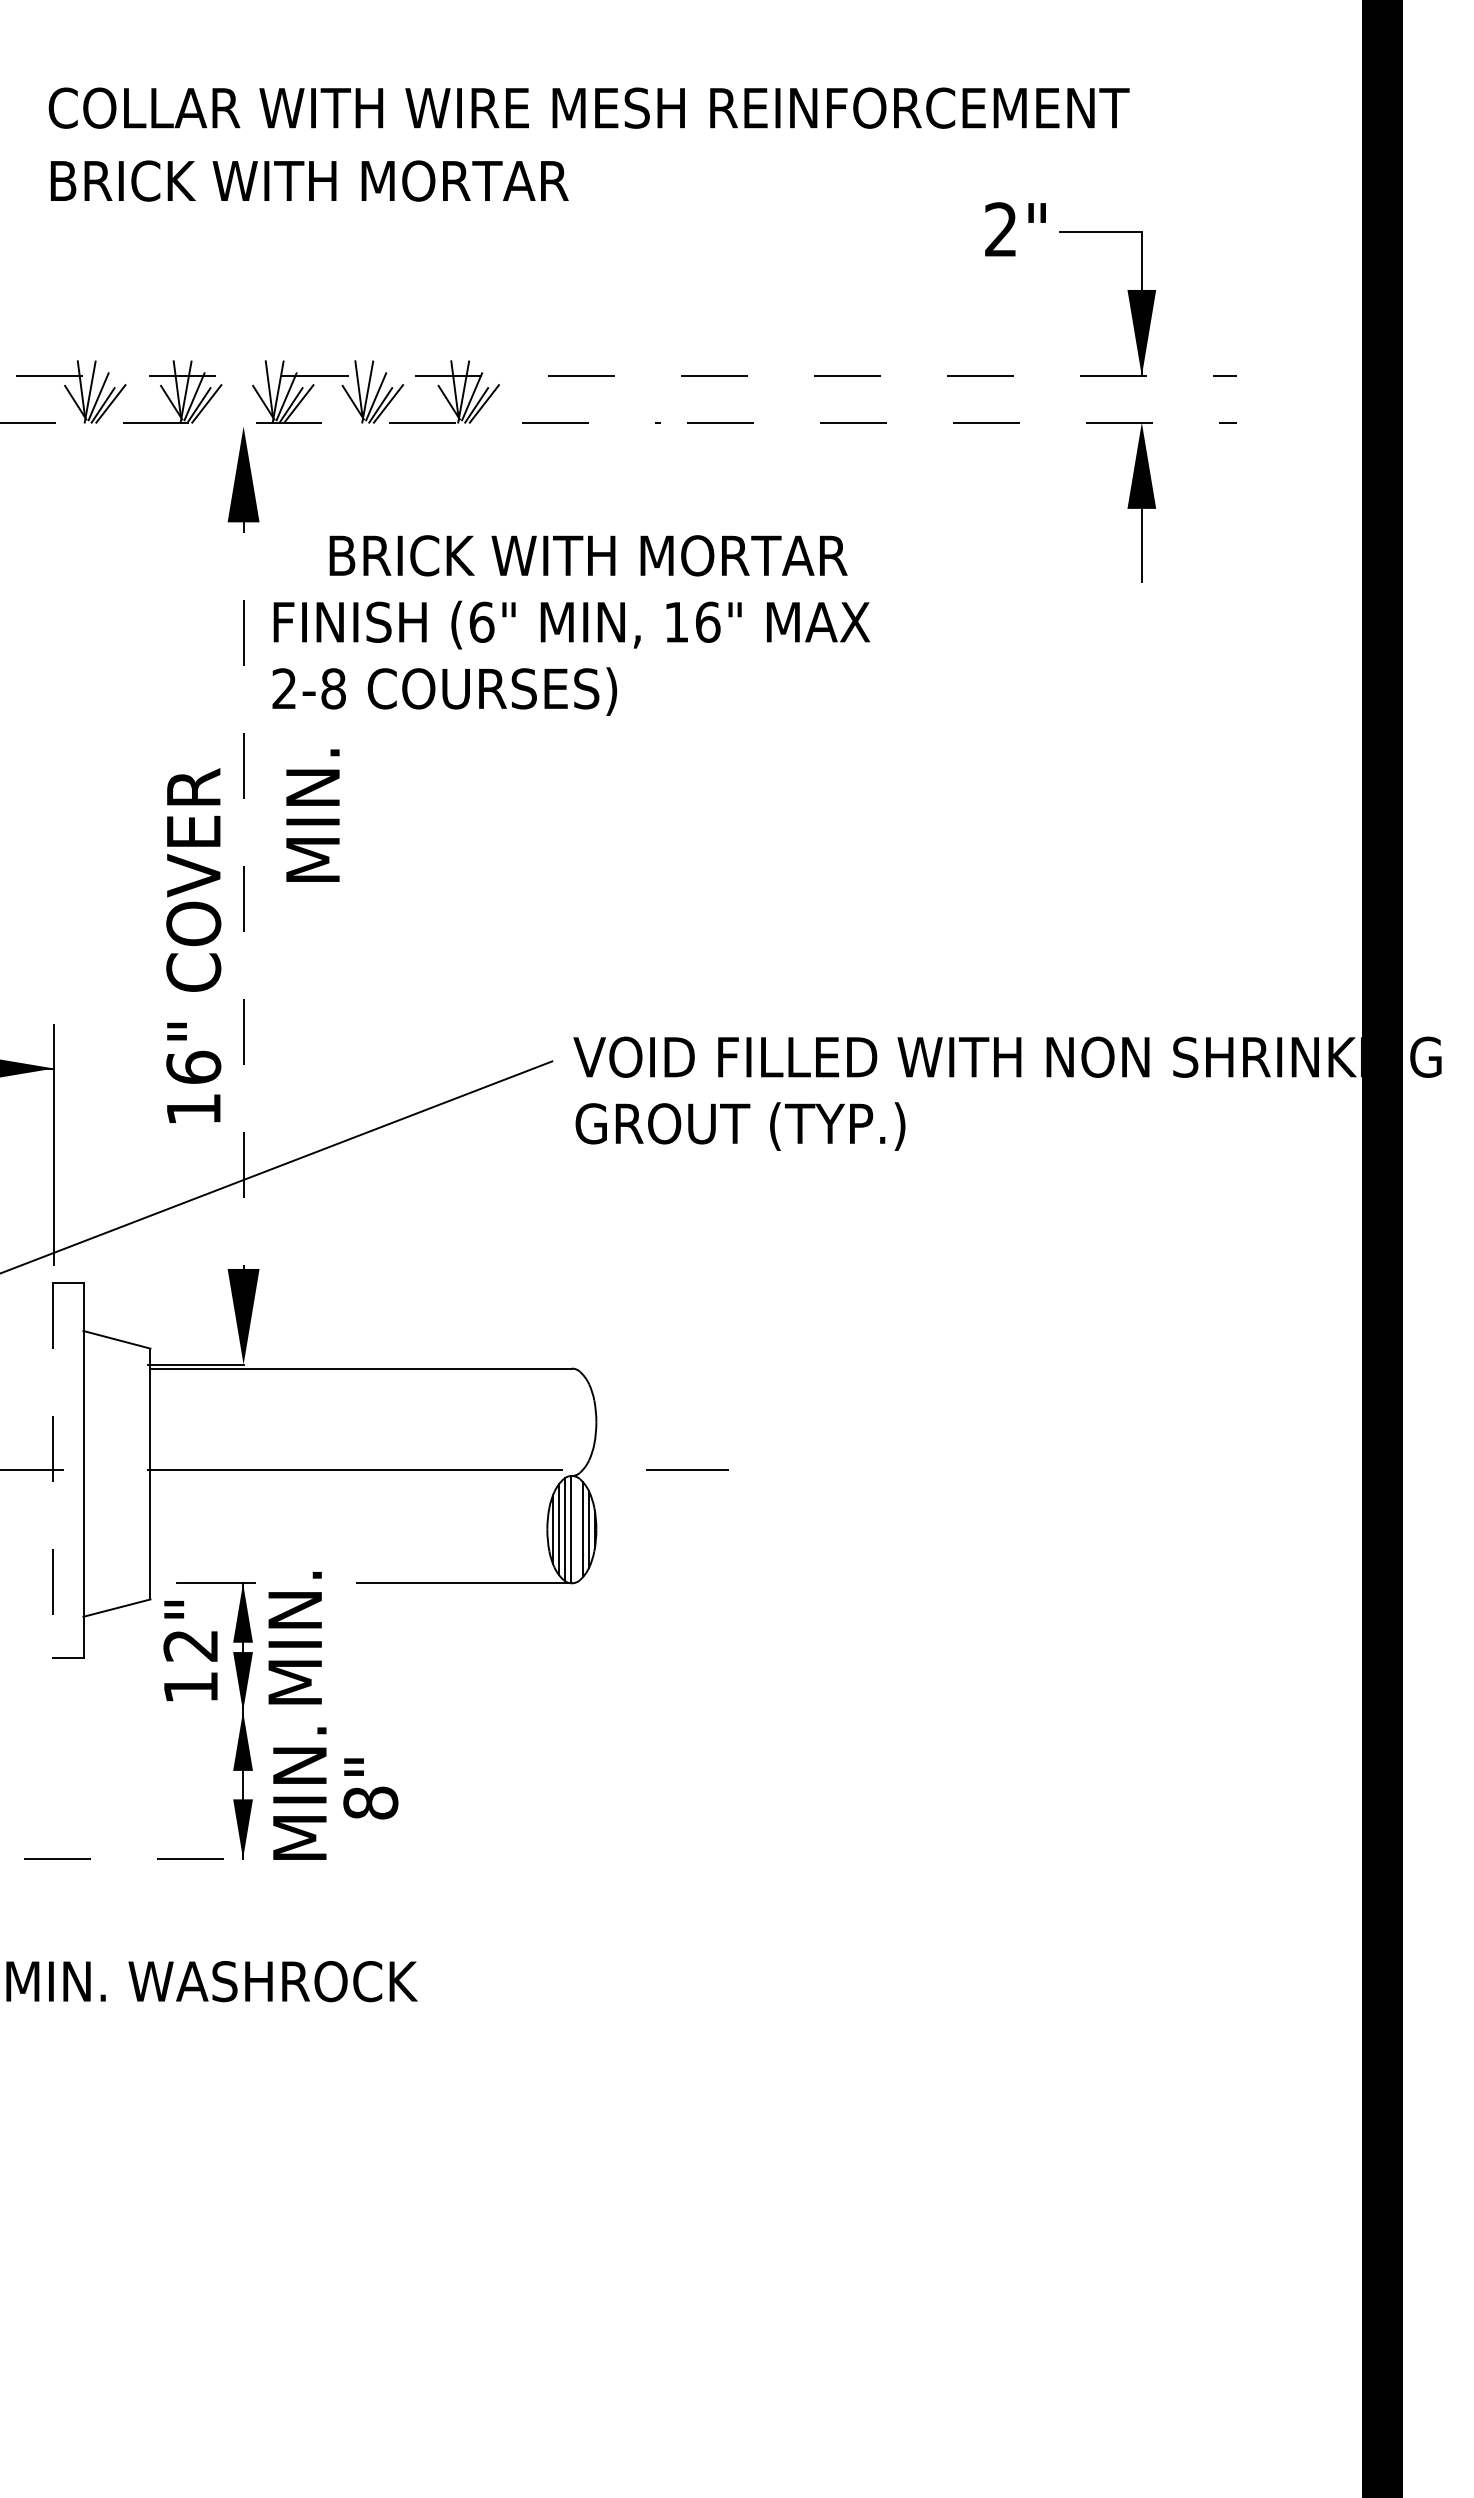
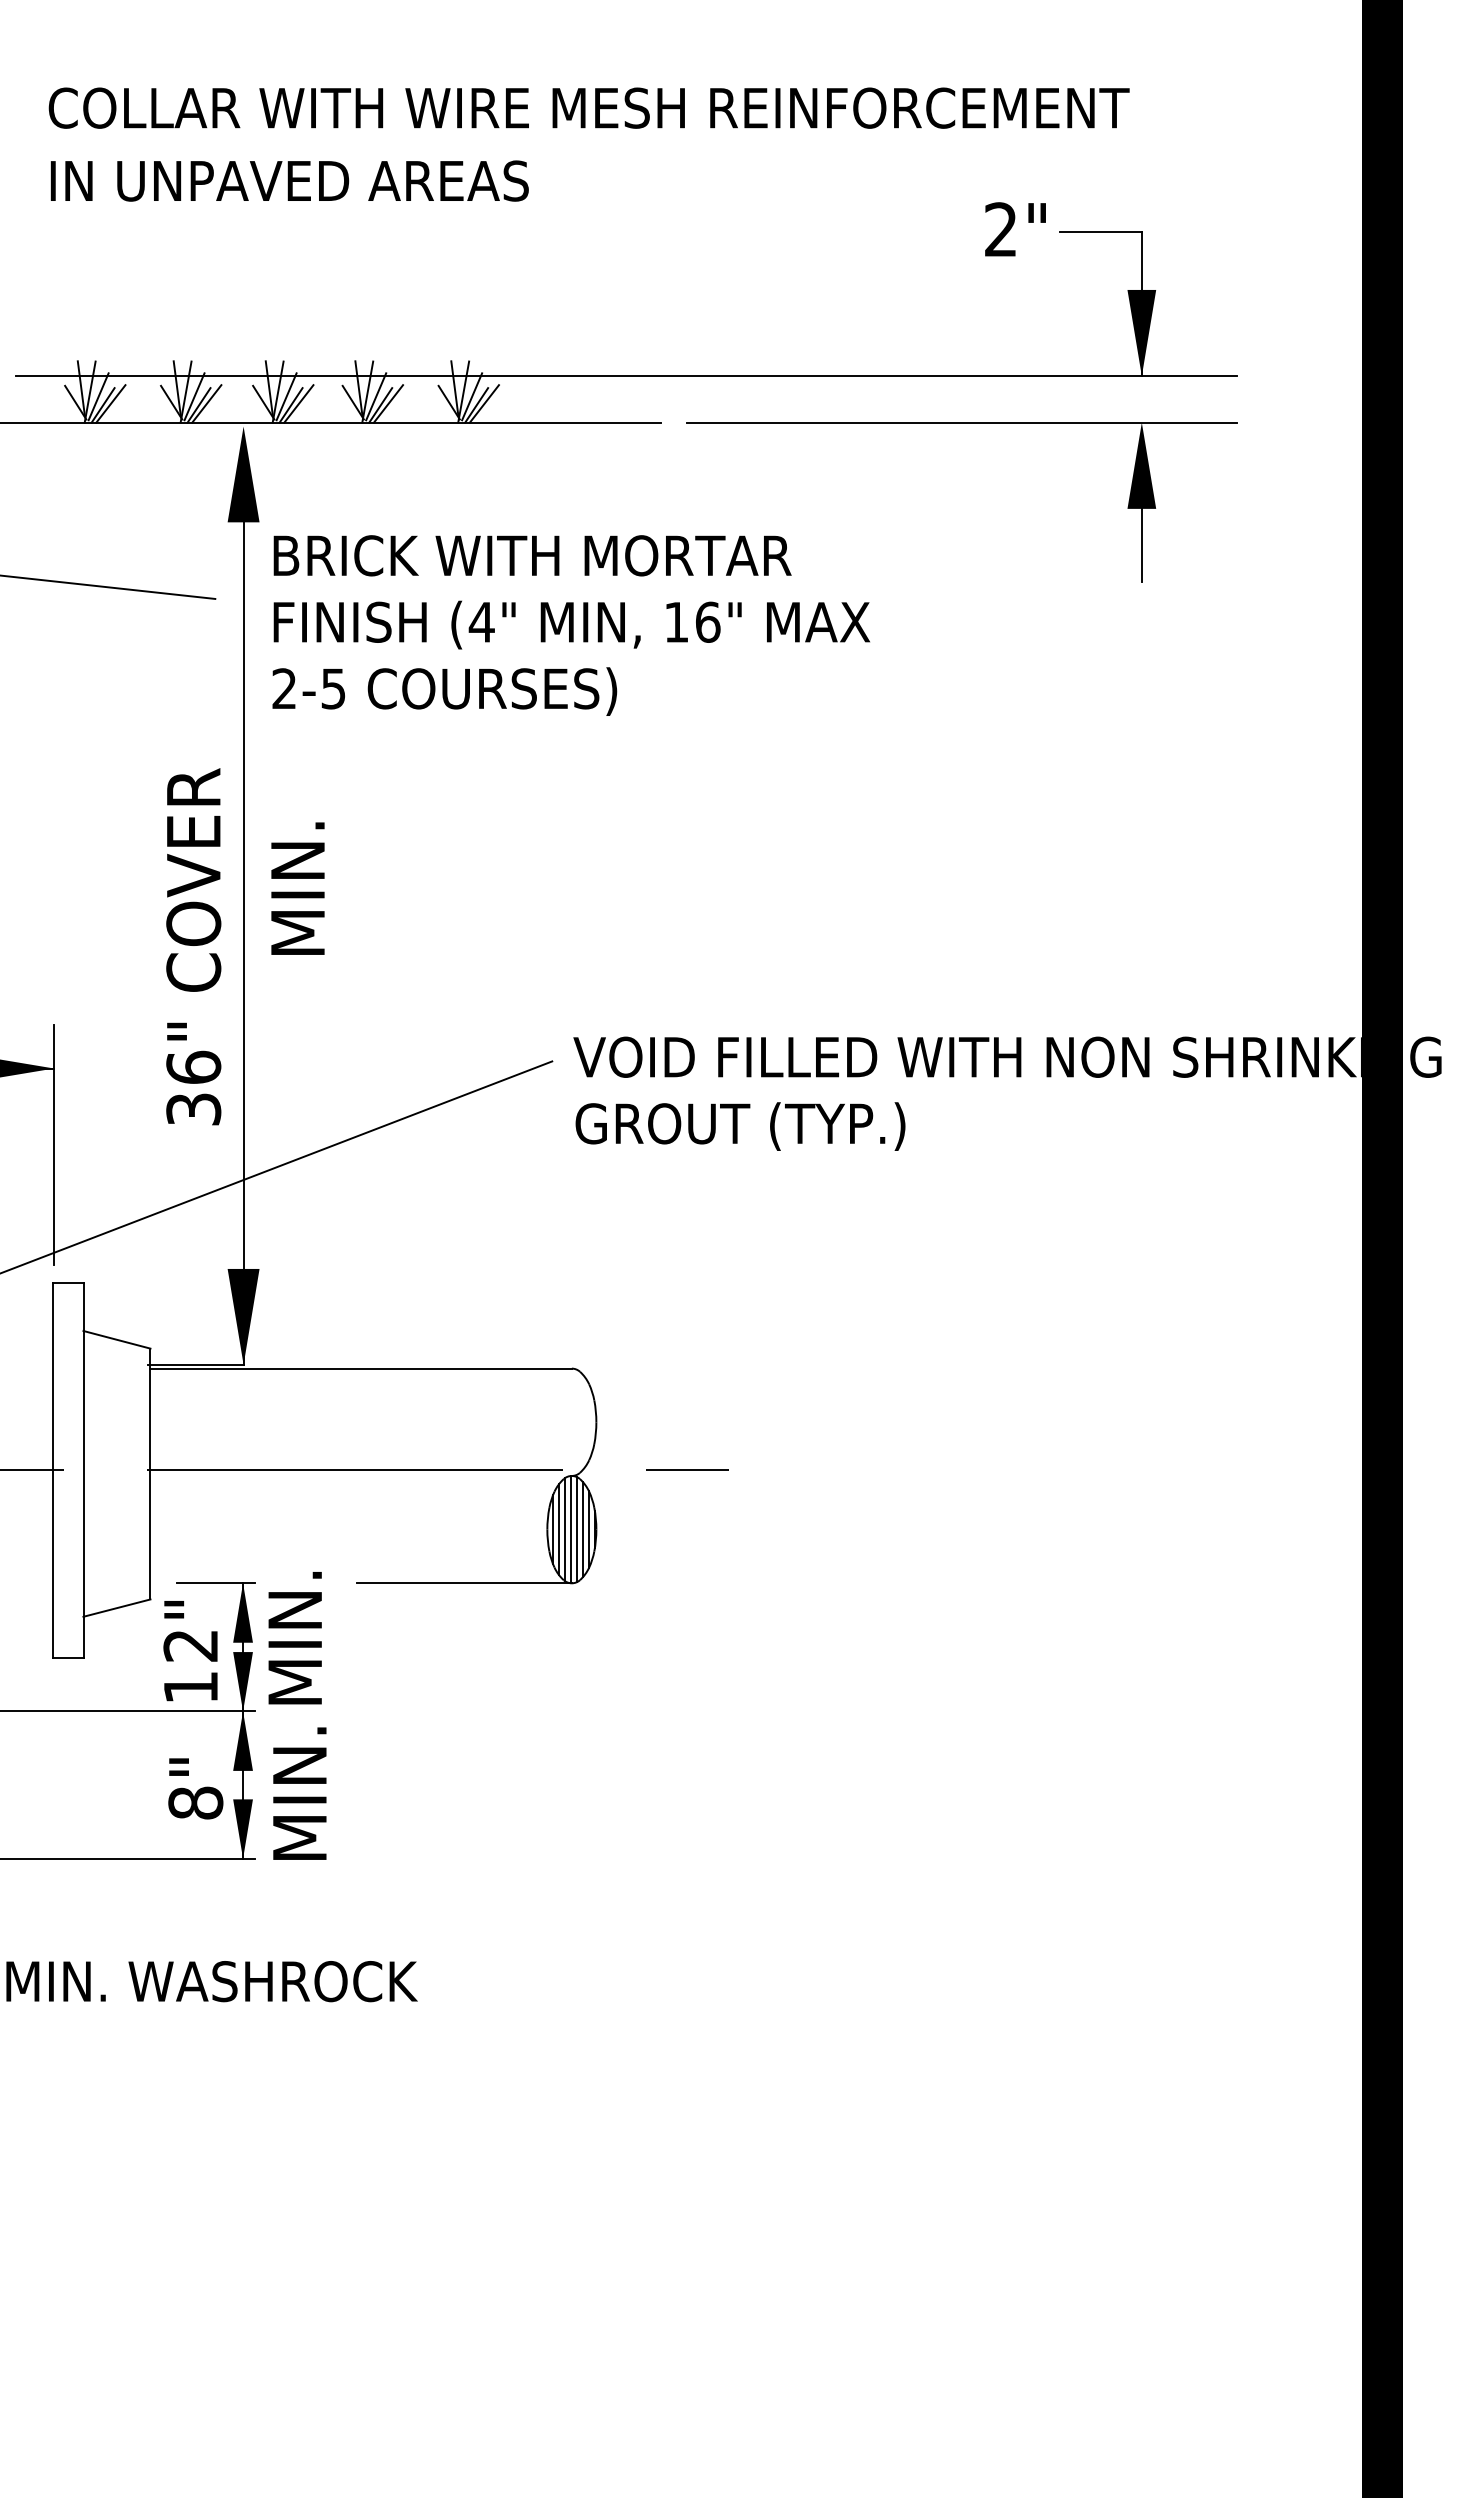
text at (311, 180): BRICK WITH MORTAR -> IN UNPAVED AREAS
line at (626, 376): dashed -> solid
line at (331, 422): dashed -> solid
line at (961, 422): dashed -> solid
text at (588, 555) position: (588, 555) -> (532, 555)
line at (108, 586): none -> present
text at (481, 621): (6" -> (4"
text at (333, 688): 2-8 -> 2-5
text at (312, 815) position: (312, 815) -> (297, 888)
line at (243, 916): dashed -> solid
text at (193, 1109): 16" -> 36"
line at (53, 1470): dashed -> solid
line at (577, 1529): none -> present
line at (128, 1711): none -> present
text at (370, 1788) position: (370, 1788) -> (195, 1788)
line at (127, 1858): dashed -> solid
